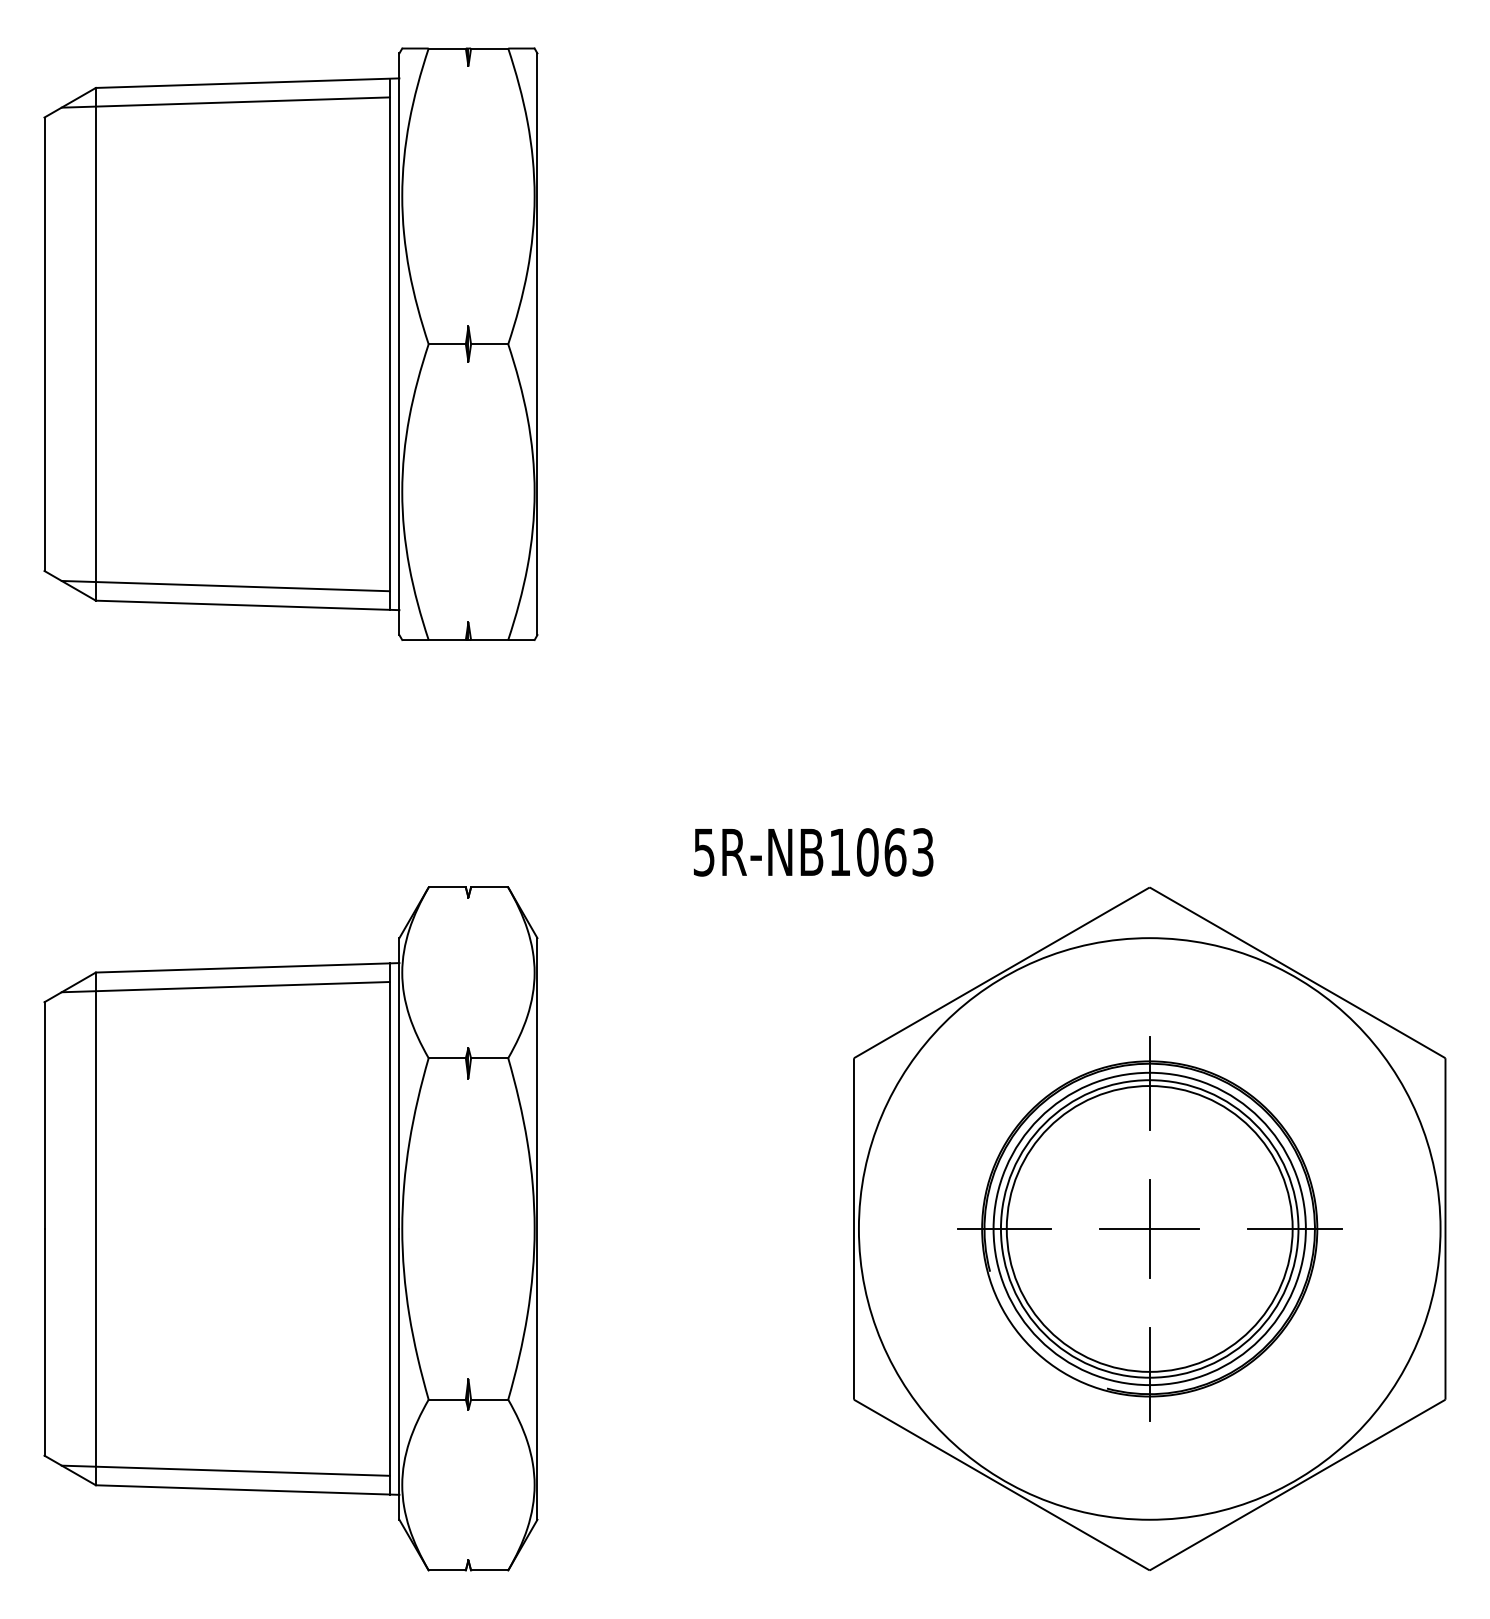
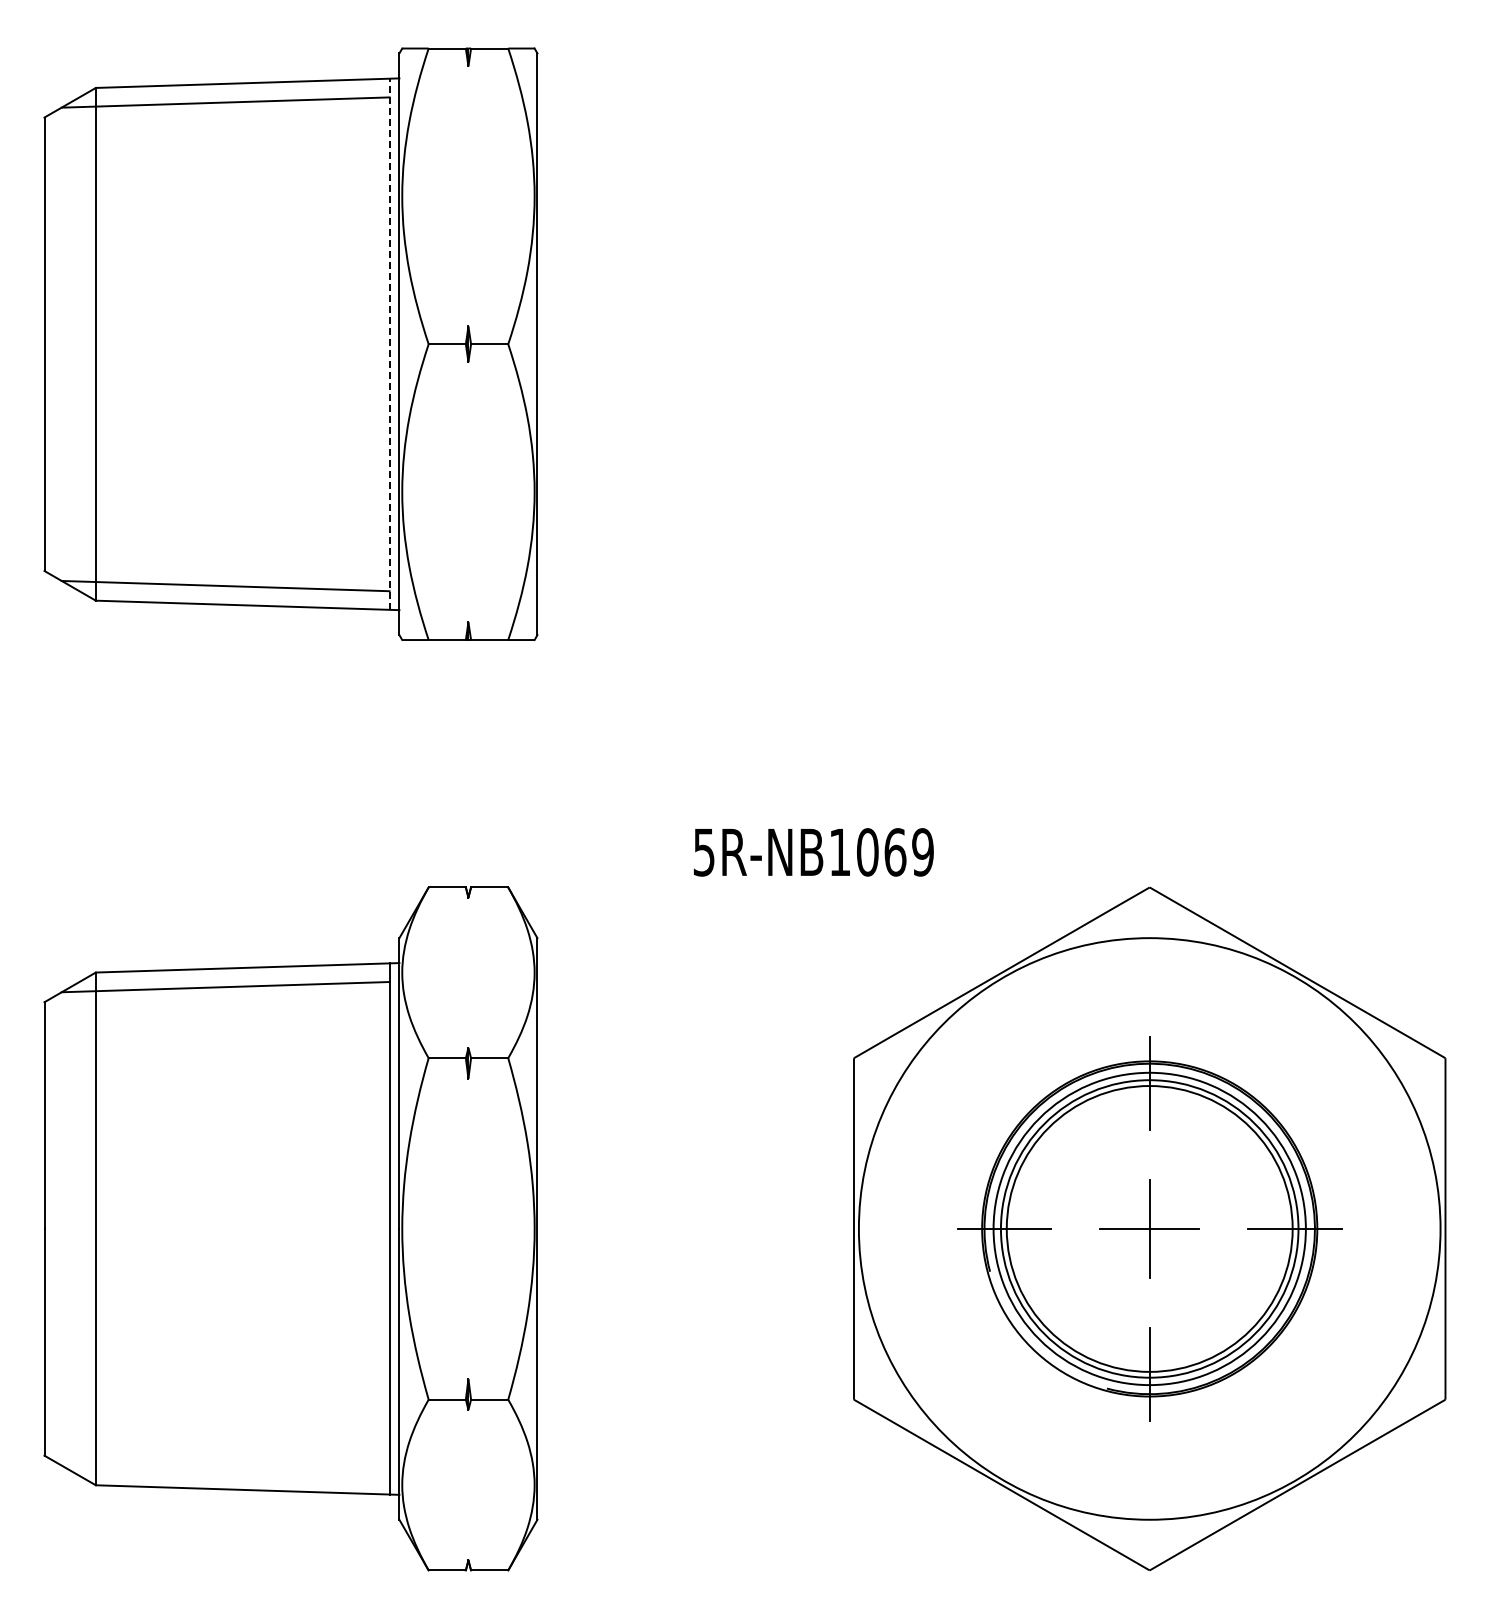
line at (389, 344): solid -> dashed
text at (922, 852): 5R-NB1063 -> 5R-NB1069
line at (225, 1470): present -> none
